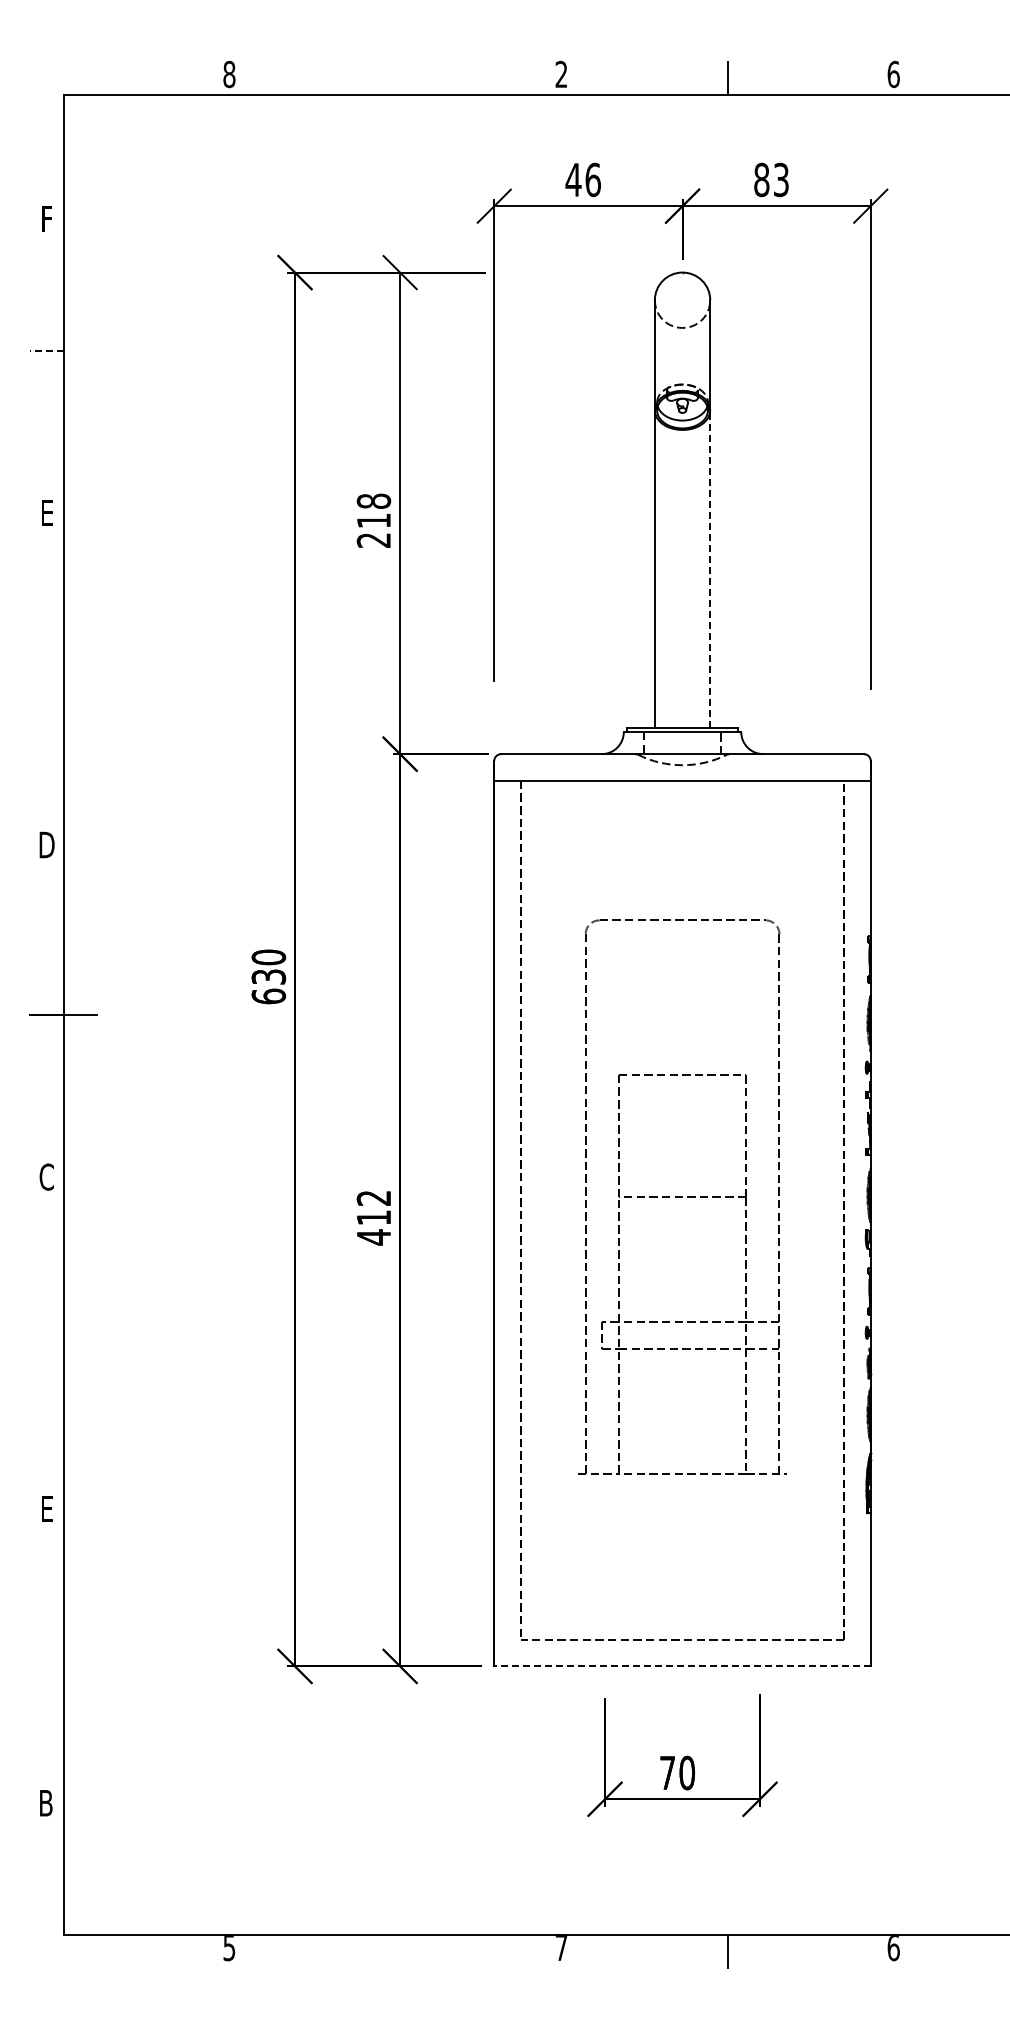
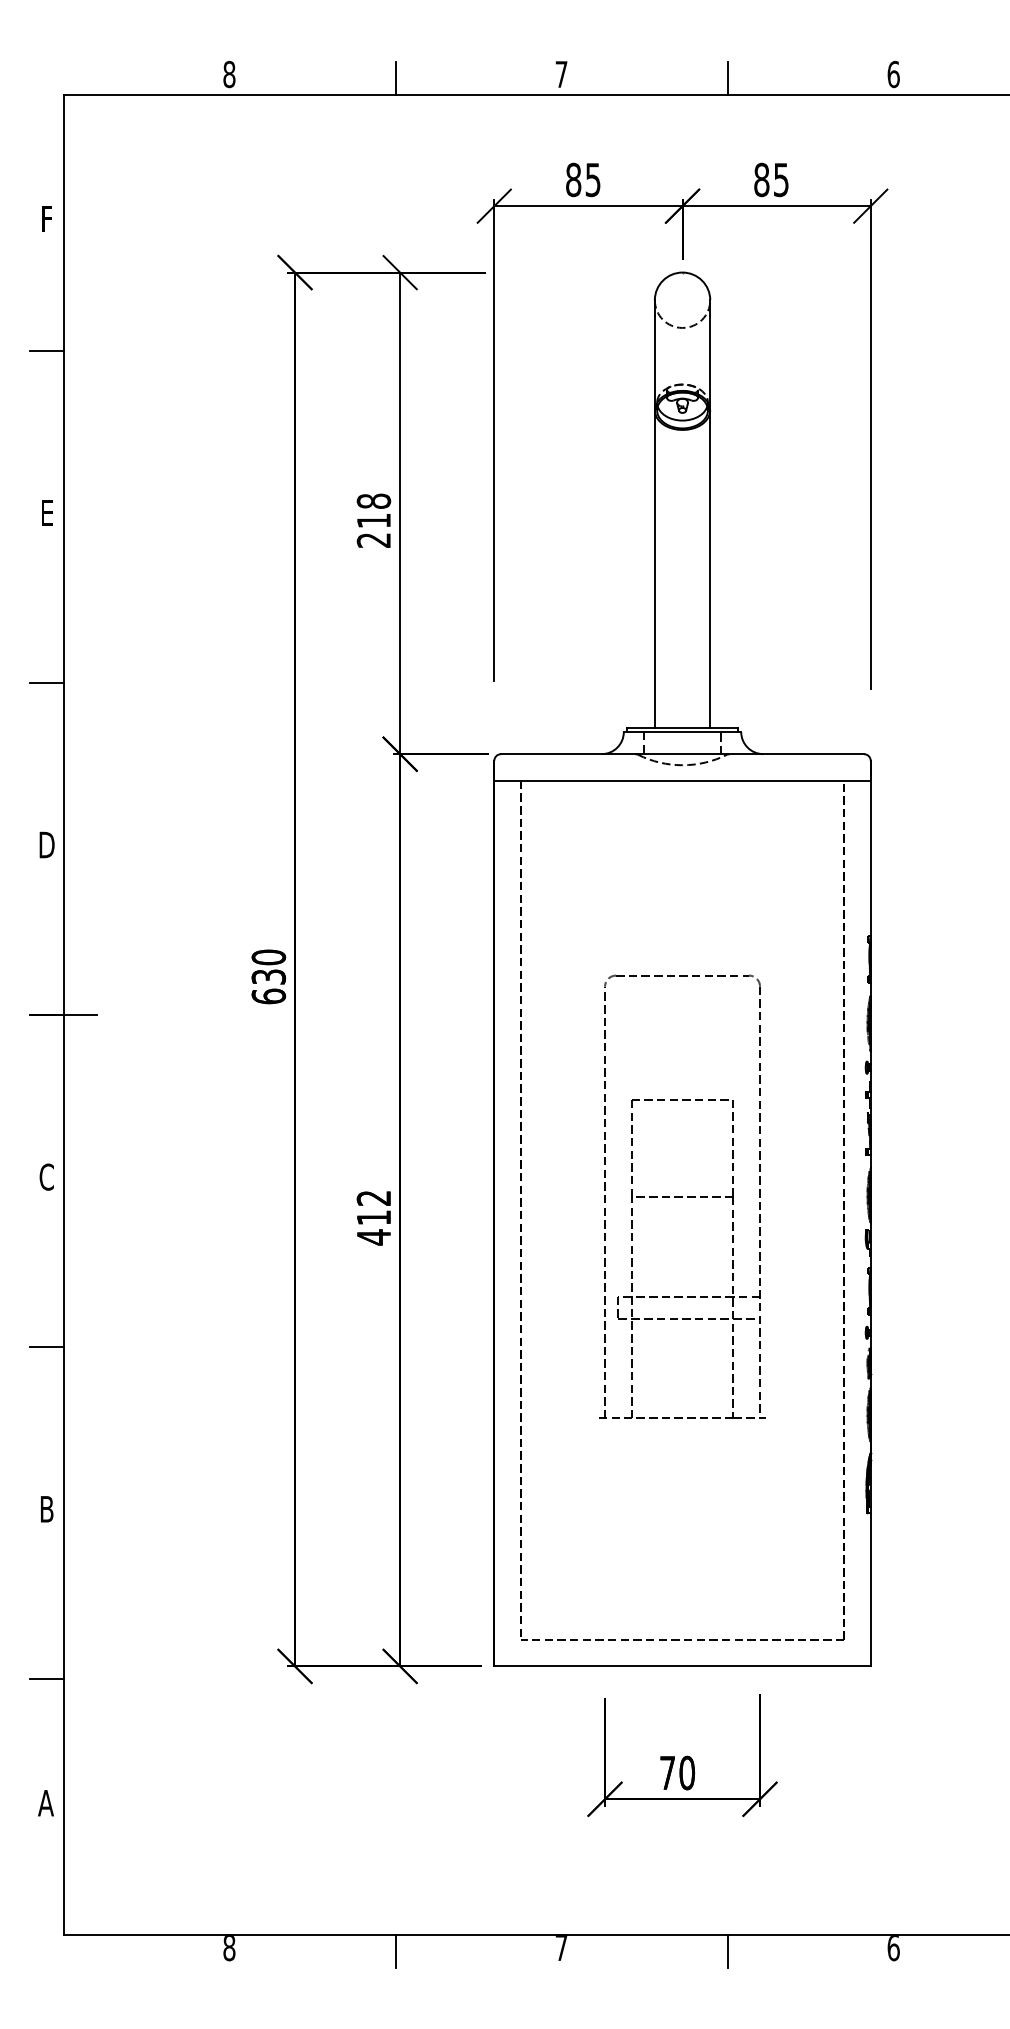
text at (561, 73): 2 -> 7
line at (395, 77): none -> present
text at (583, 179): 46 -> 85
text at (781, 179): 83 -> 85
line at (47, 350): dashed -> solid
line at (710, 569): dashed -> solid
line at (46, 682): none -> present
part at (682, 1196) size: 209x556 px -> 167x445 px
line at (46, 1347): none -> present
text at (47, 1509): E -> B
line at (682, 1666): dashed -> solid
line at (46, 1679): none -> present
text at (45, 1803): B -> A
text at (229, 1948): 5 -> 8
line at (395, 1951): none -> present
